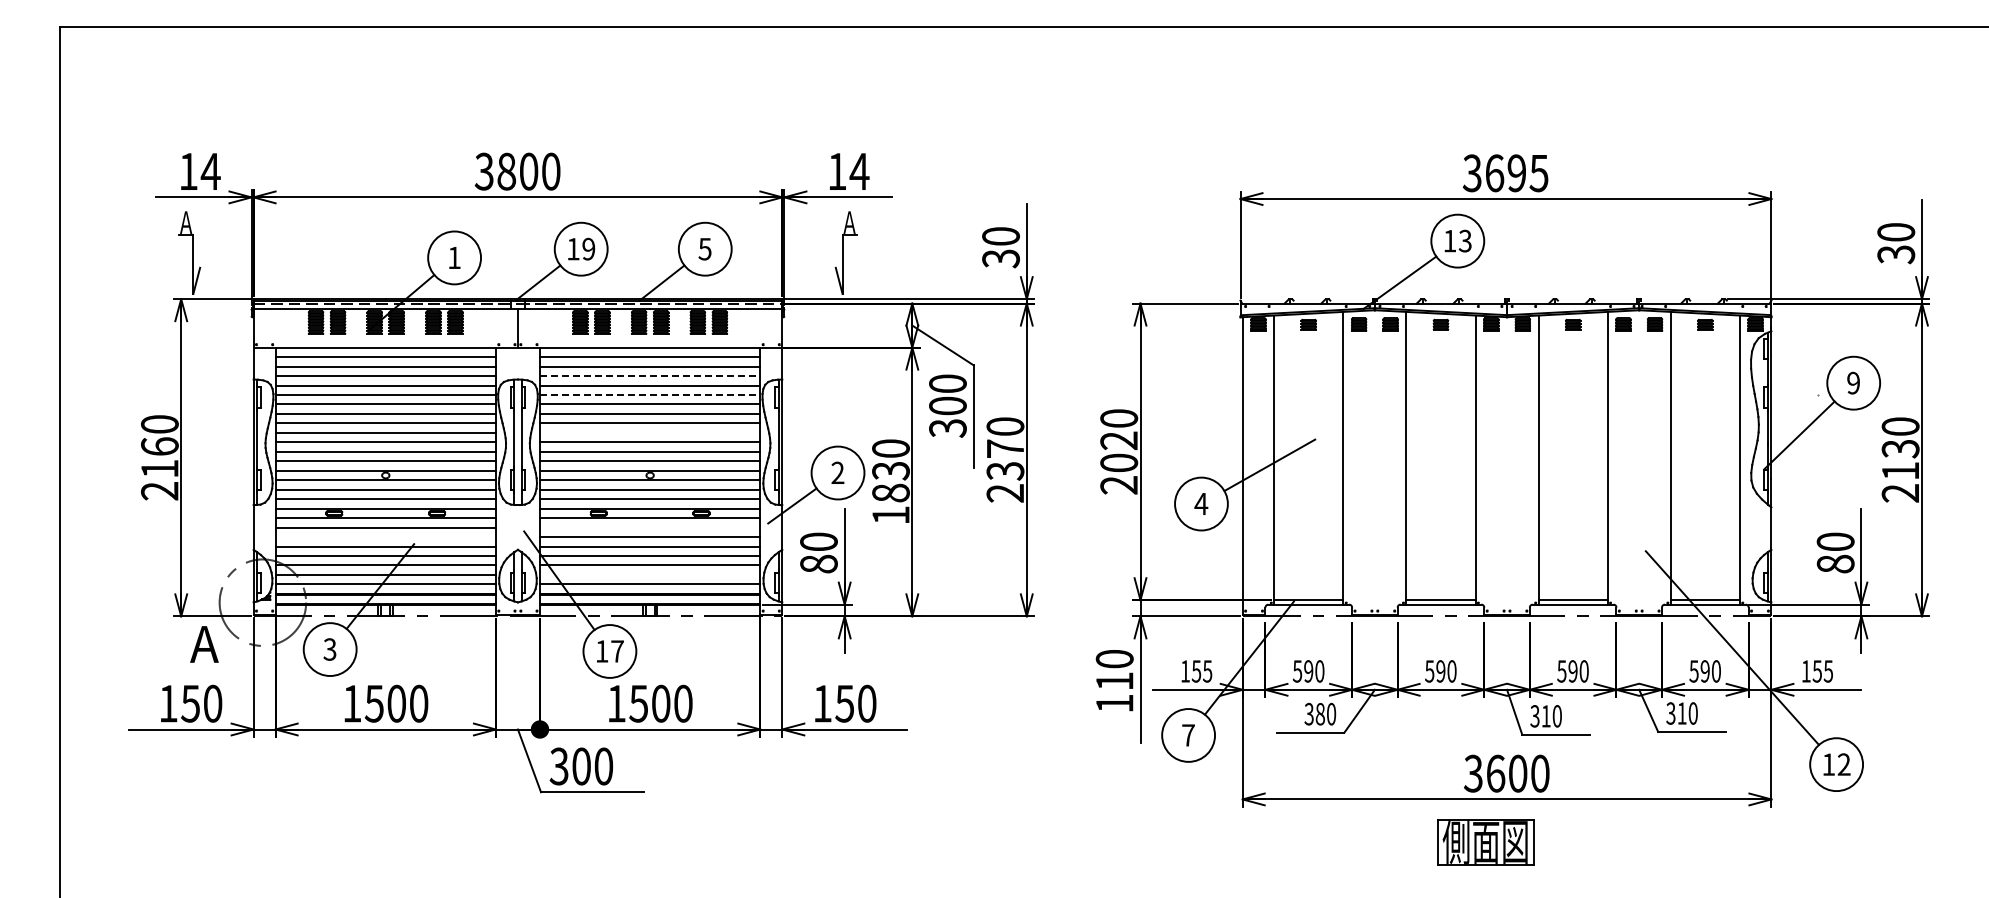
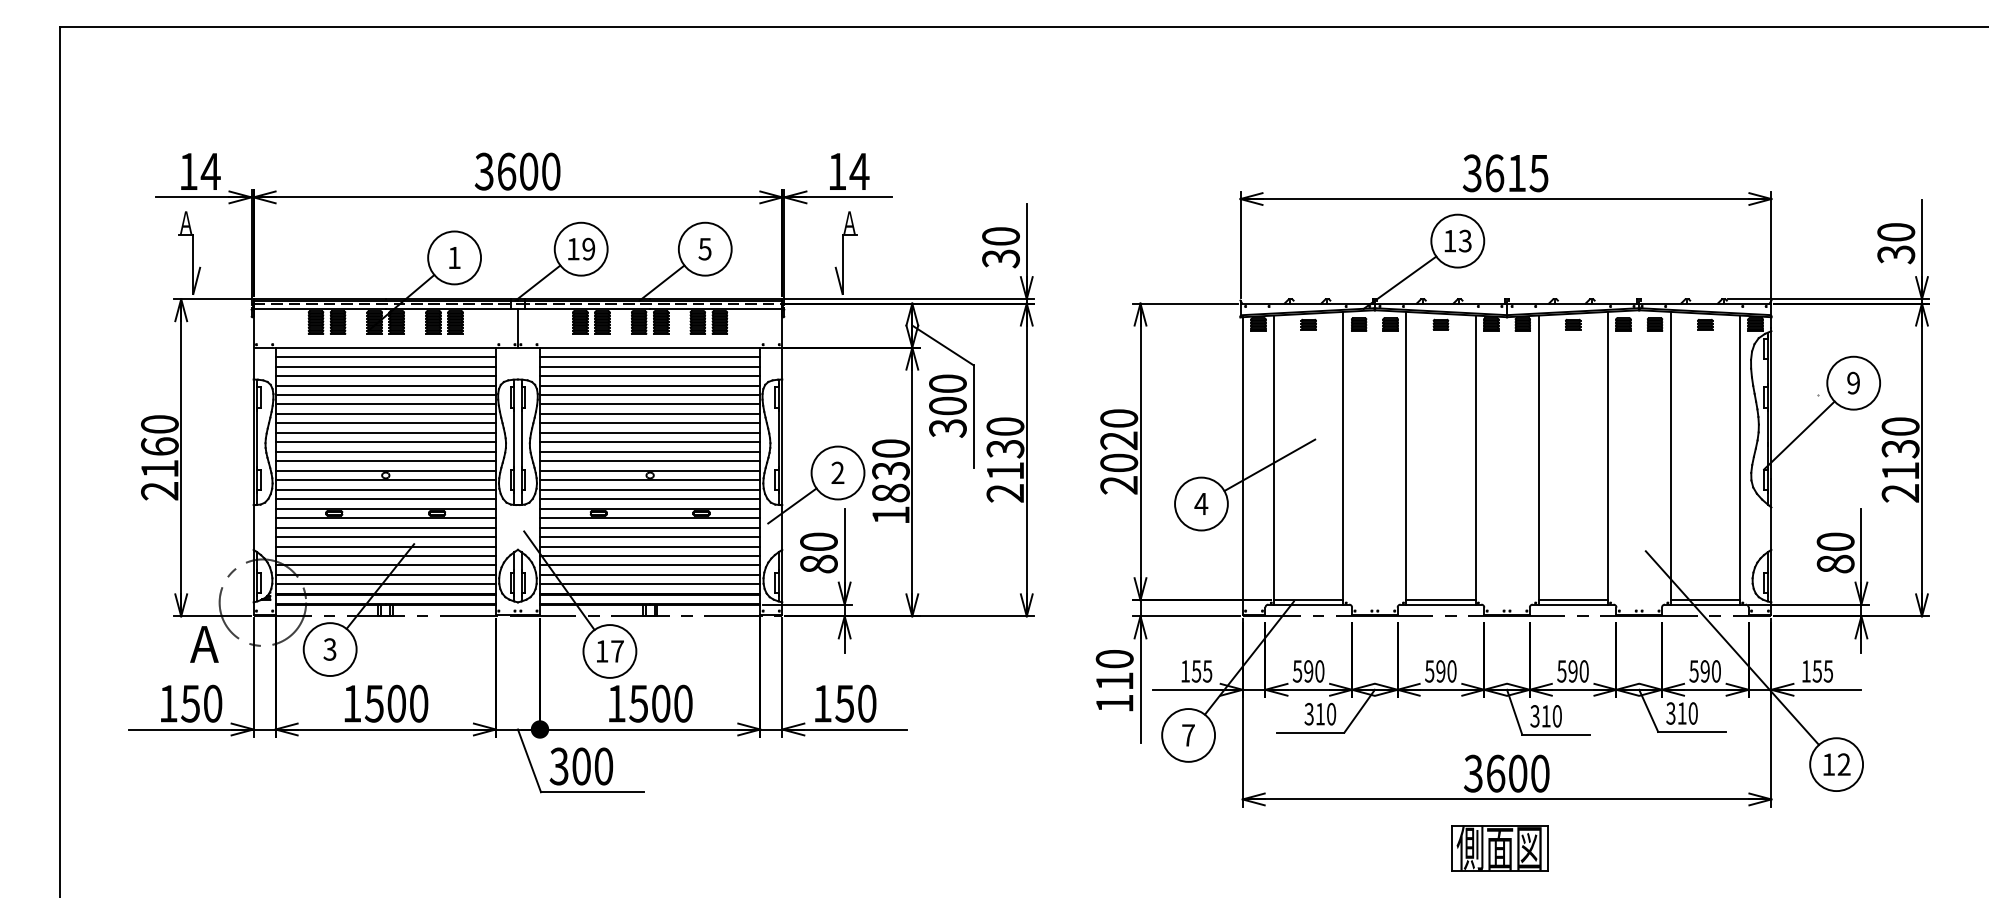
text at (506, 171): 3800 -> 3600
text at (1516, 173): 3695 -> 3615
line at (650, 376): dashed -> solid
line at (650, 394): dashed -> solid
line at (650, 432): none -> present
text at (1005, 459): 2370 -> 2130
line at (650, 527): none -> present
line at (385, 537): none -> present
line at (650, 574): none -> present
text at (1319, 714): 380 -> 310
part at (1485, 842) position: (1485, 842) -> (1499, 848)
